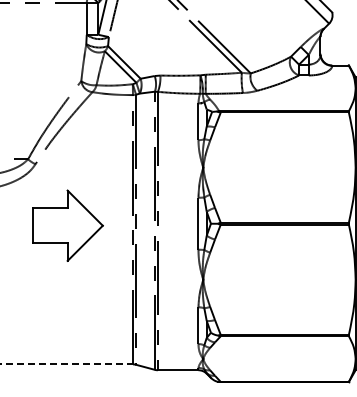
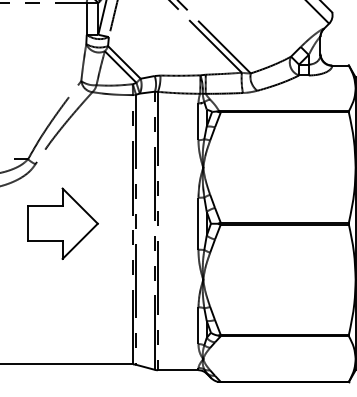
part at (67, 225) position: (67, 225) -> (62, 223)
line at (67, 364): dashed -> solid
